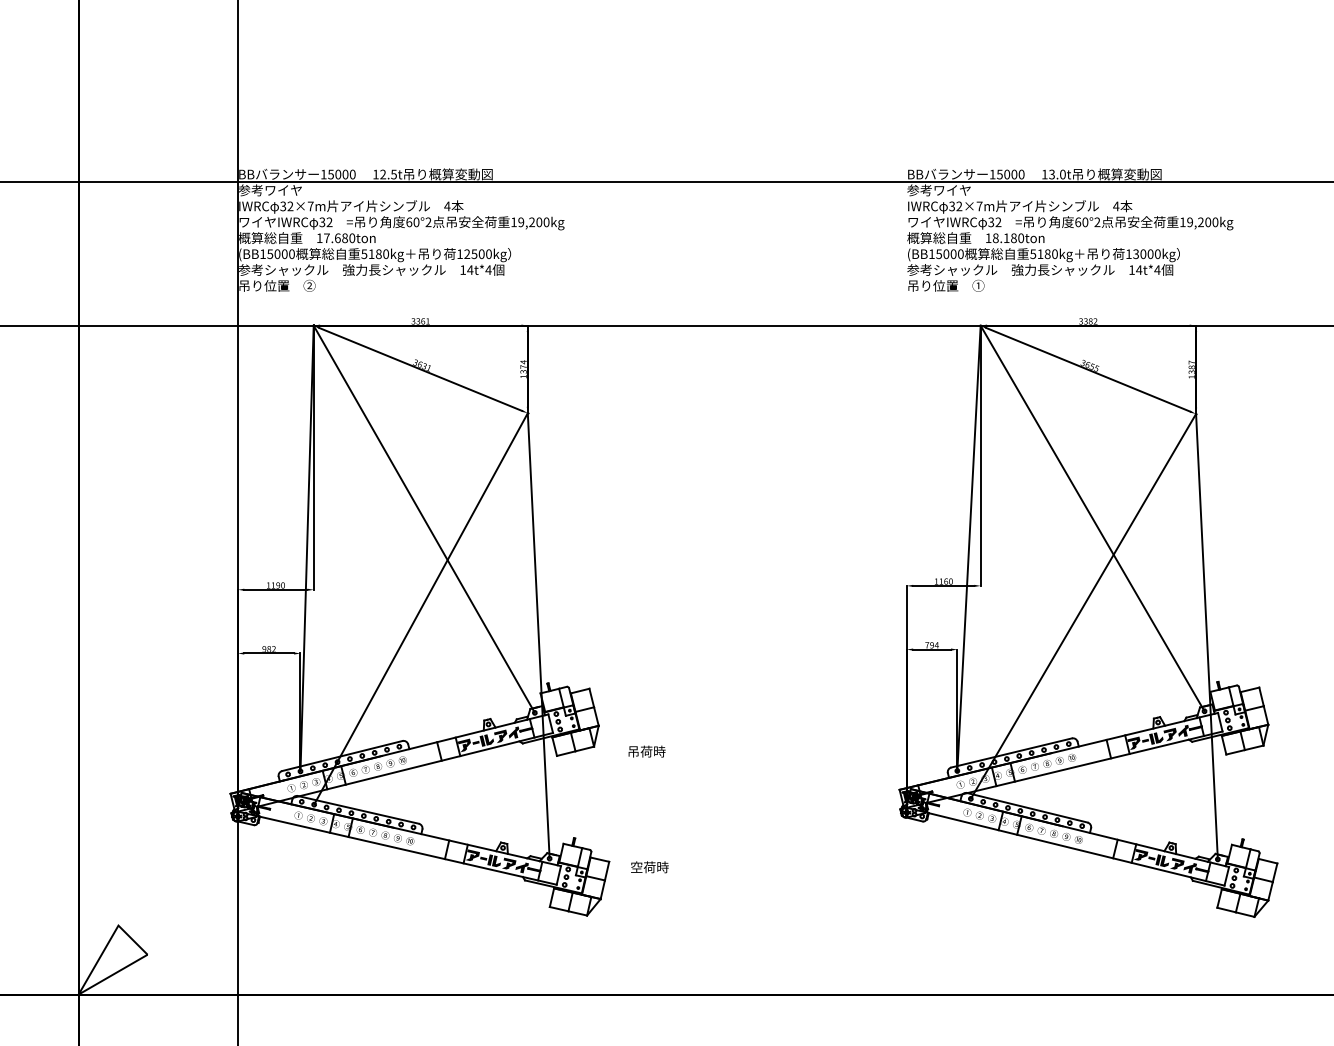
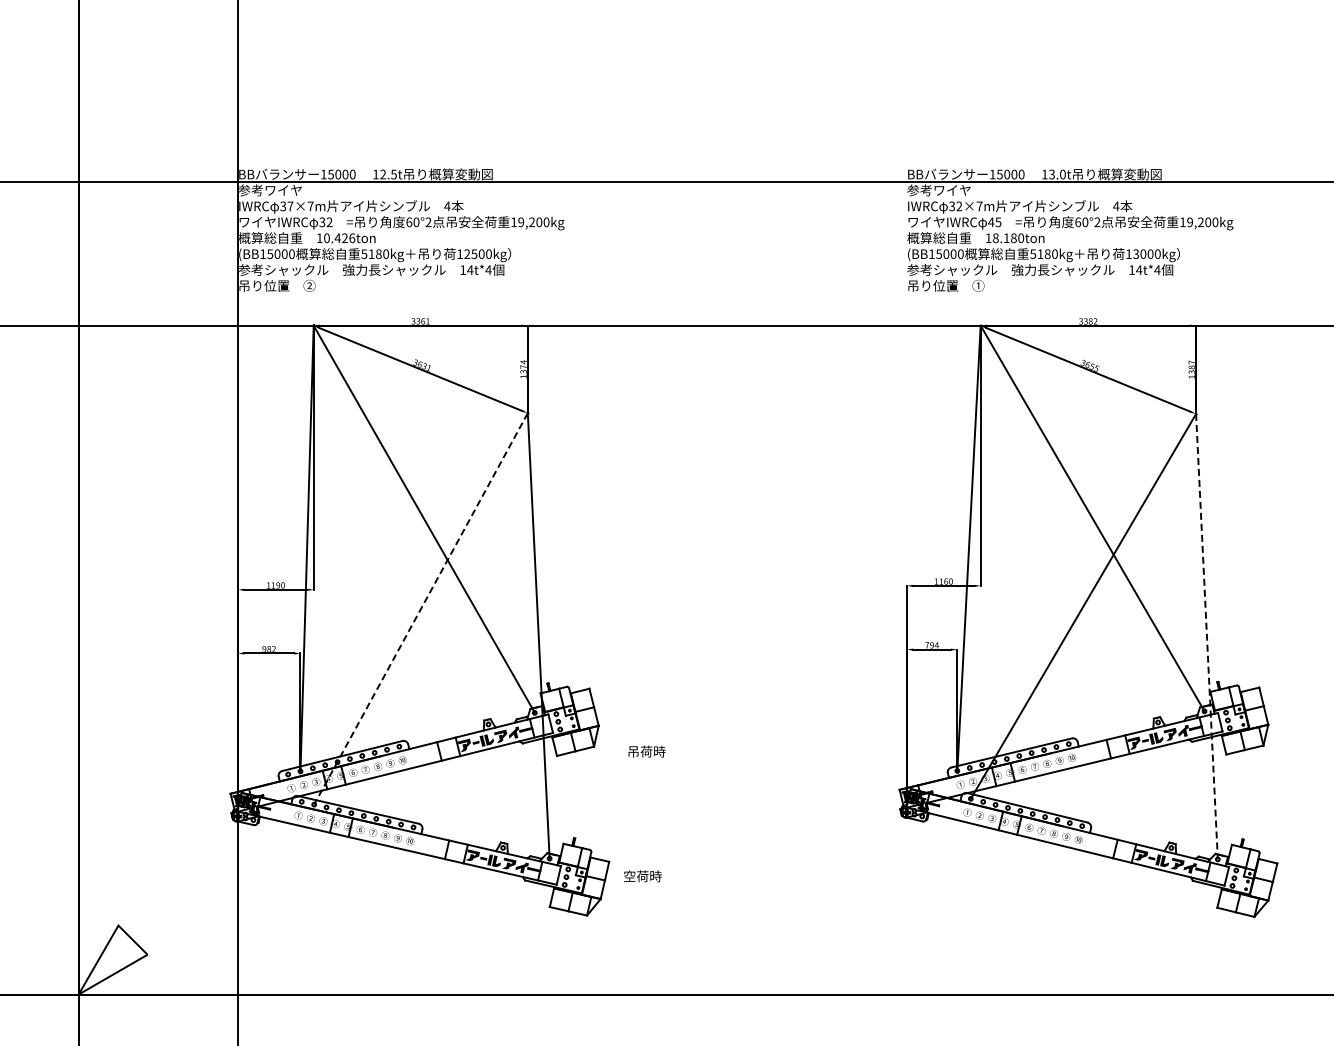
text at (290, 206): 32×7m -> 37×7m
text at (994, 222): 32 -> 45
text at (339, 238): 17.680ton -> 10.426ton
line at (421, 608): solid -> dashed
line at (1206, 636): solid -> dashed
text at (649, 867) position: (649, 867) -> (642, 876)
